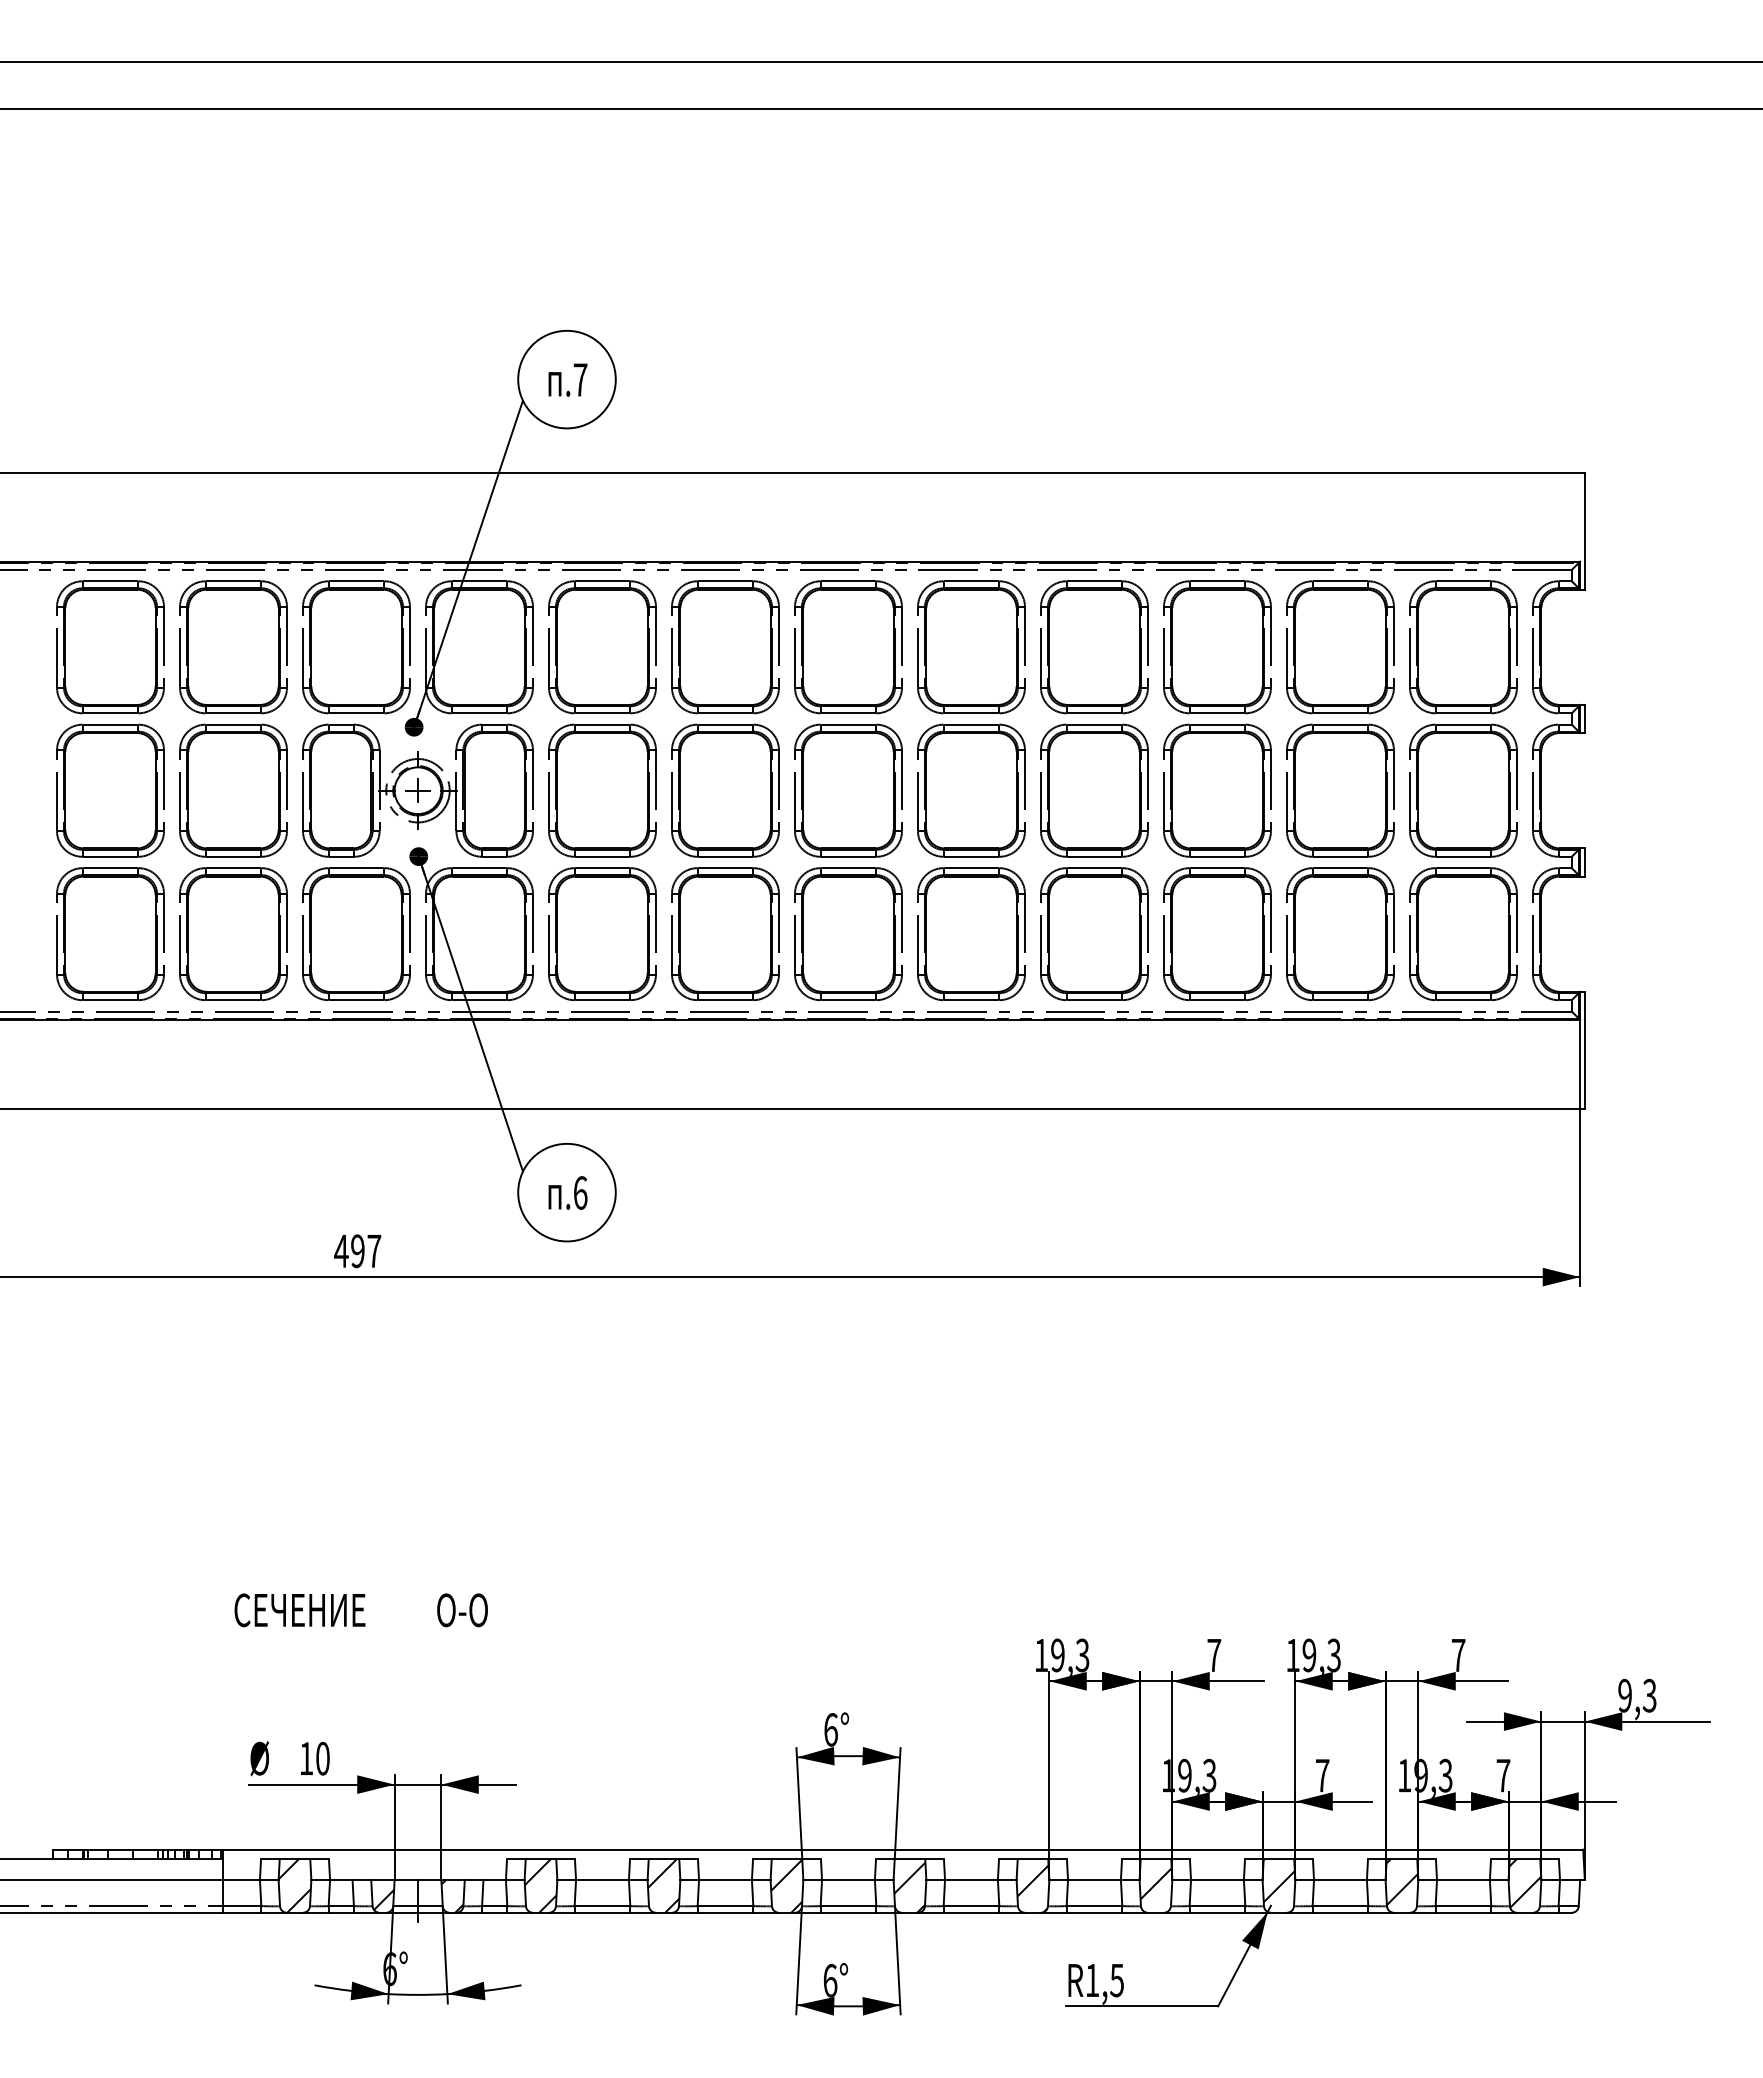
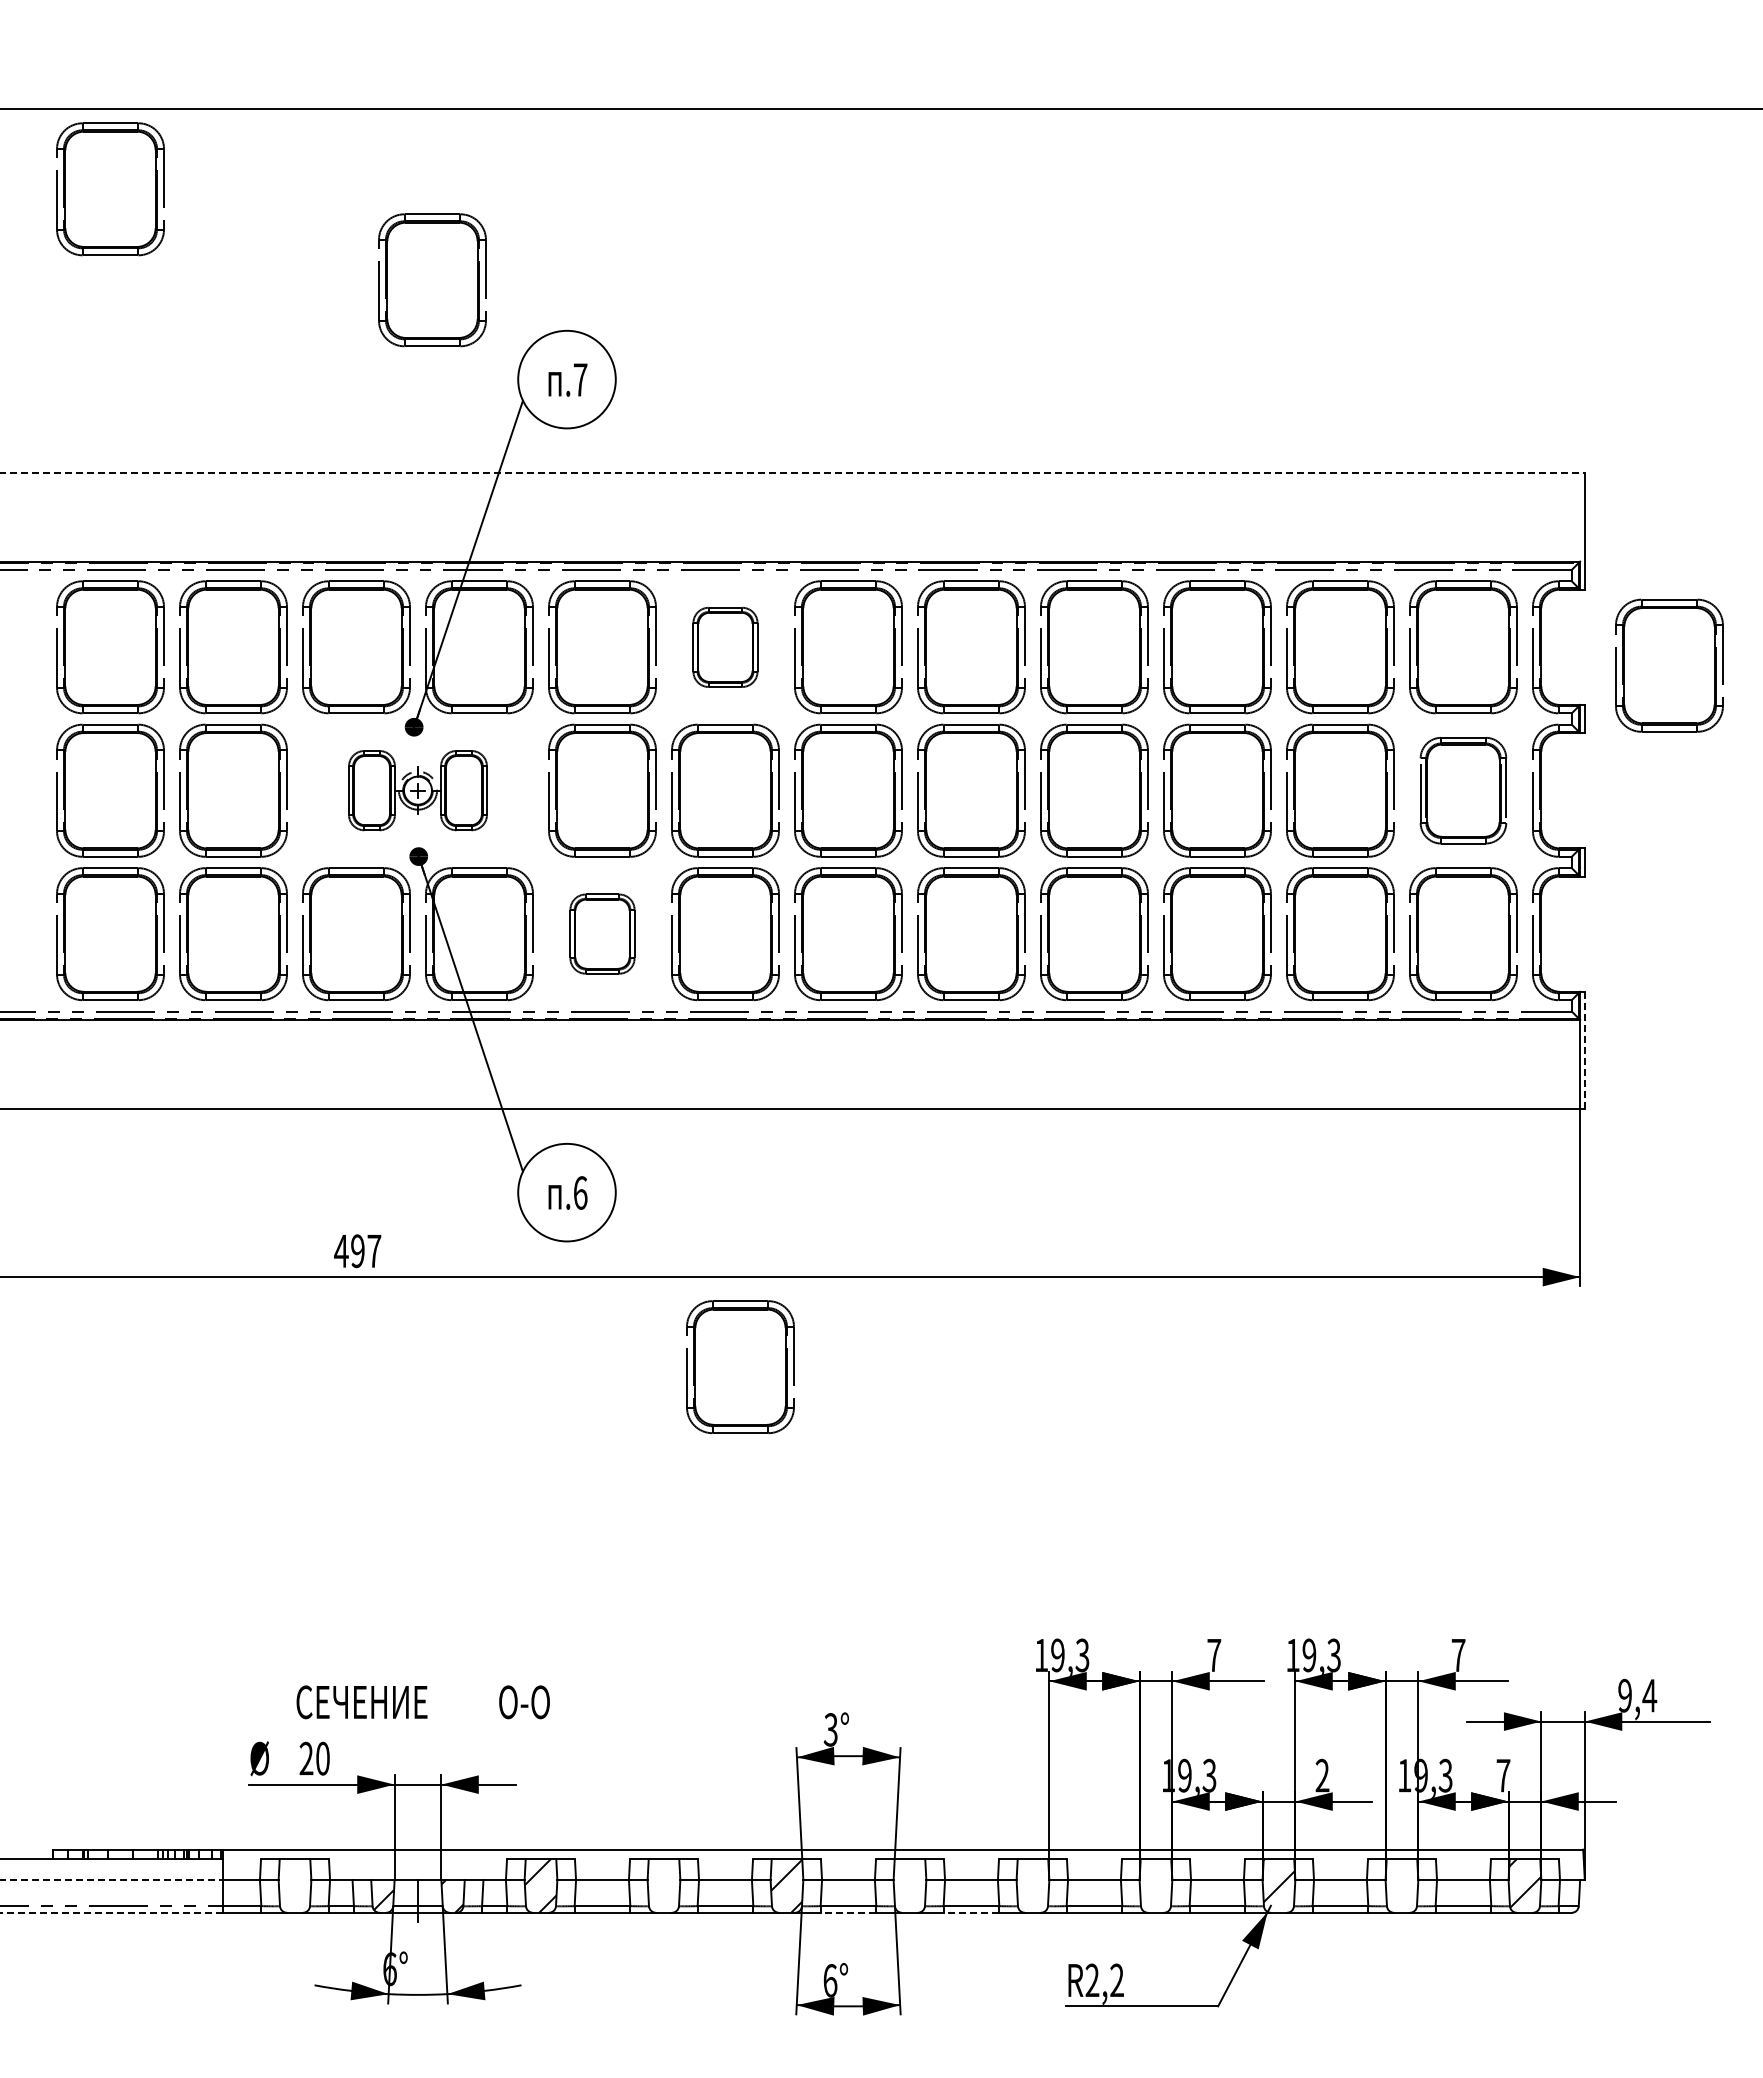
line at (880, 62): present -> none
part at (110, 189): none -> present
part at (432, 280): none -> present
line at (792, 472): solid -> dashed
part at (725, 647) size: 109x135 px -> 67x82 px
part at (1669, 665): none -> present
part at (417, 790) size: 232x135 px -> 140x82 px
part at (1463, 790) size: 109x135 px -> 89x108 px
part at (602, 933) size: 109x134 px -> 67x82 px
line at (1584, 1050): solid -> dashed
part at (740, 1366): none -> present
text at (360, 1610) position: (360, 1610) -> (422, 1702)
text at (1649, 1695): 9,3 -> 9,4
text at (830, 1729): 6° -> 3°
text at (306, 1758): 10 -> 20
text at (1322, 1775): 7 -> 2
line at (111, 1880): solid -> dashed
hatch at (1402, 1882): present -> none
hatch at (1155, 1883): present -> none
hatch at (294, 1885): present -> none
hatch at (663, 1885): present -> none
hatch at (909, 1887): present -> none
hatch at (1032, 1888): present -> none
line at (111, 1912): solid -> dashed
line at (848, 1912): solid -> dashed
line at (971, 1912): solid -> dashed
text at (1104, 1980): R1,5 -> R2,2
